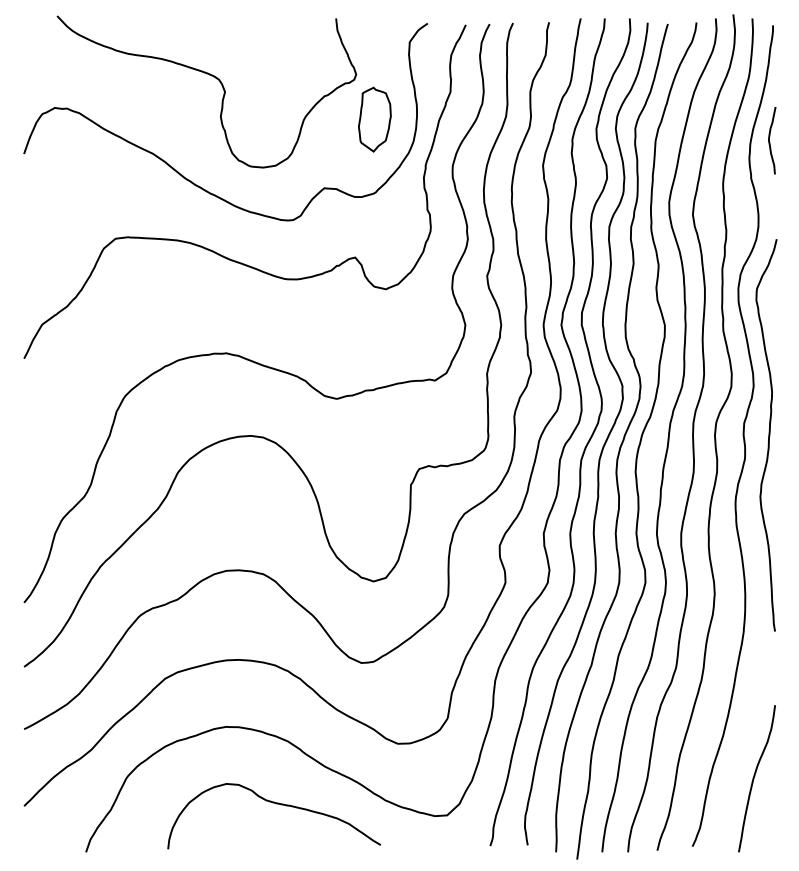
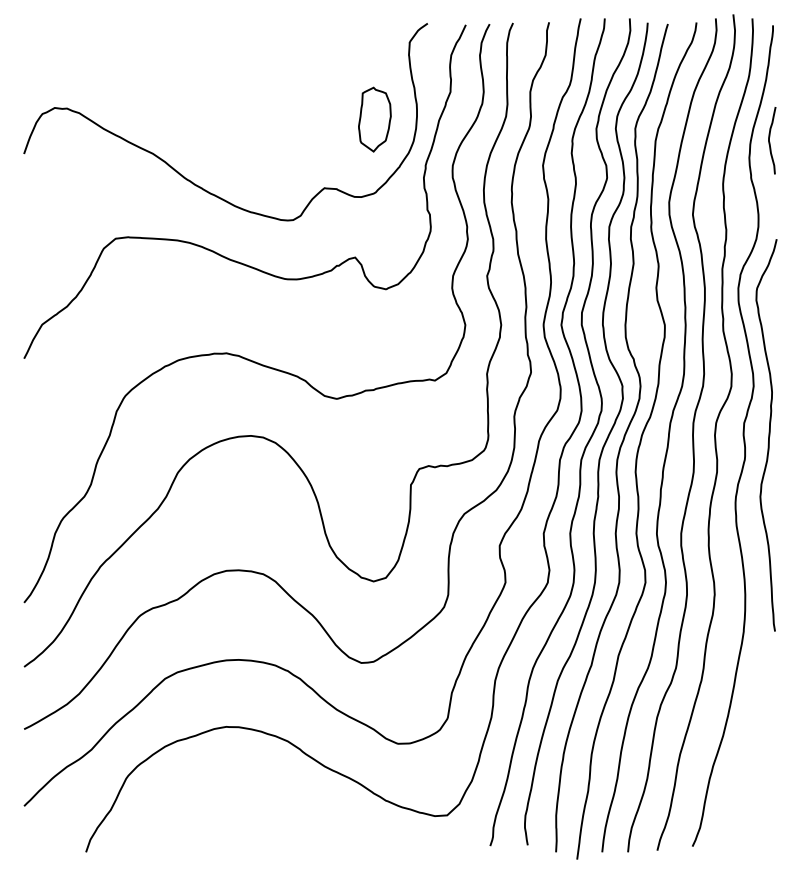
curve at (216, 79): present -> none
curve at (754, 778): present -> none
curve at (276, 804): present -> none
